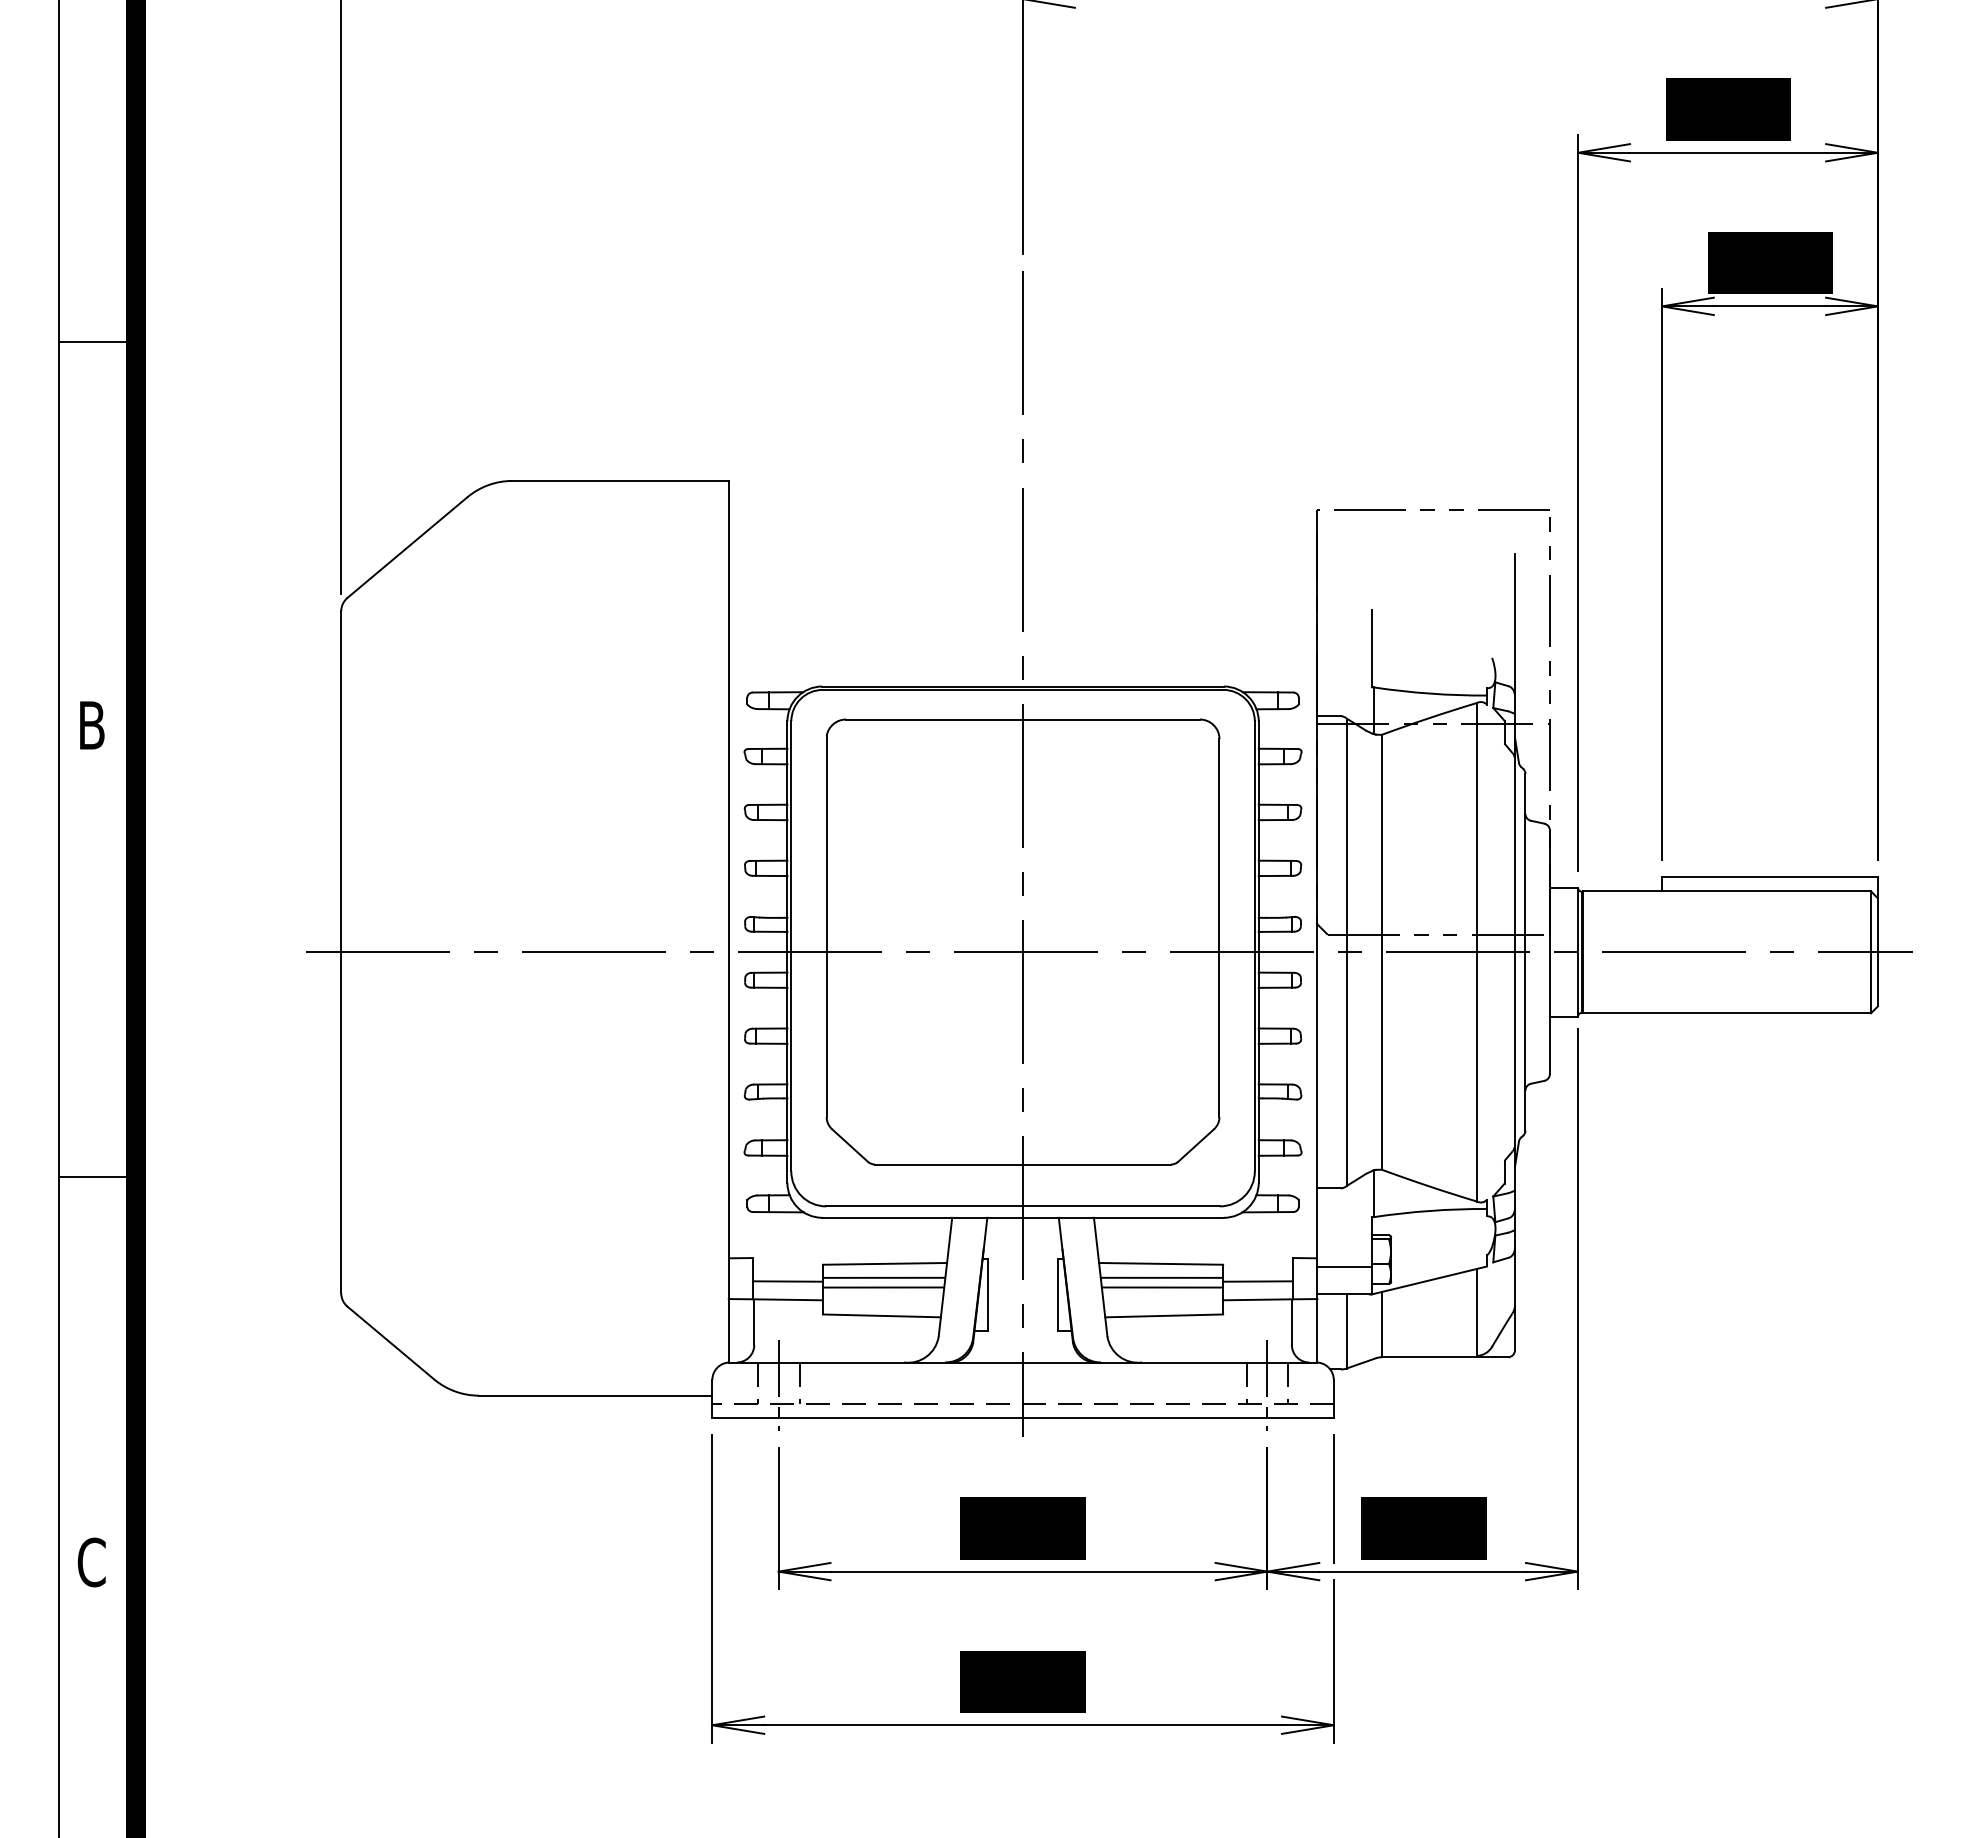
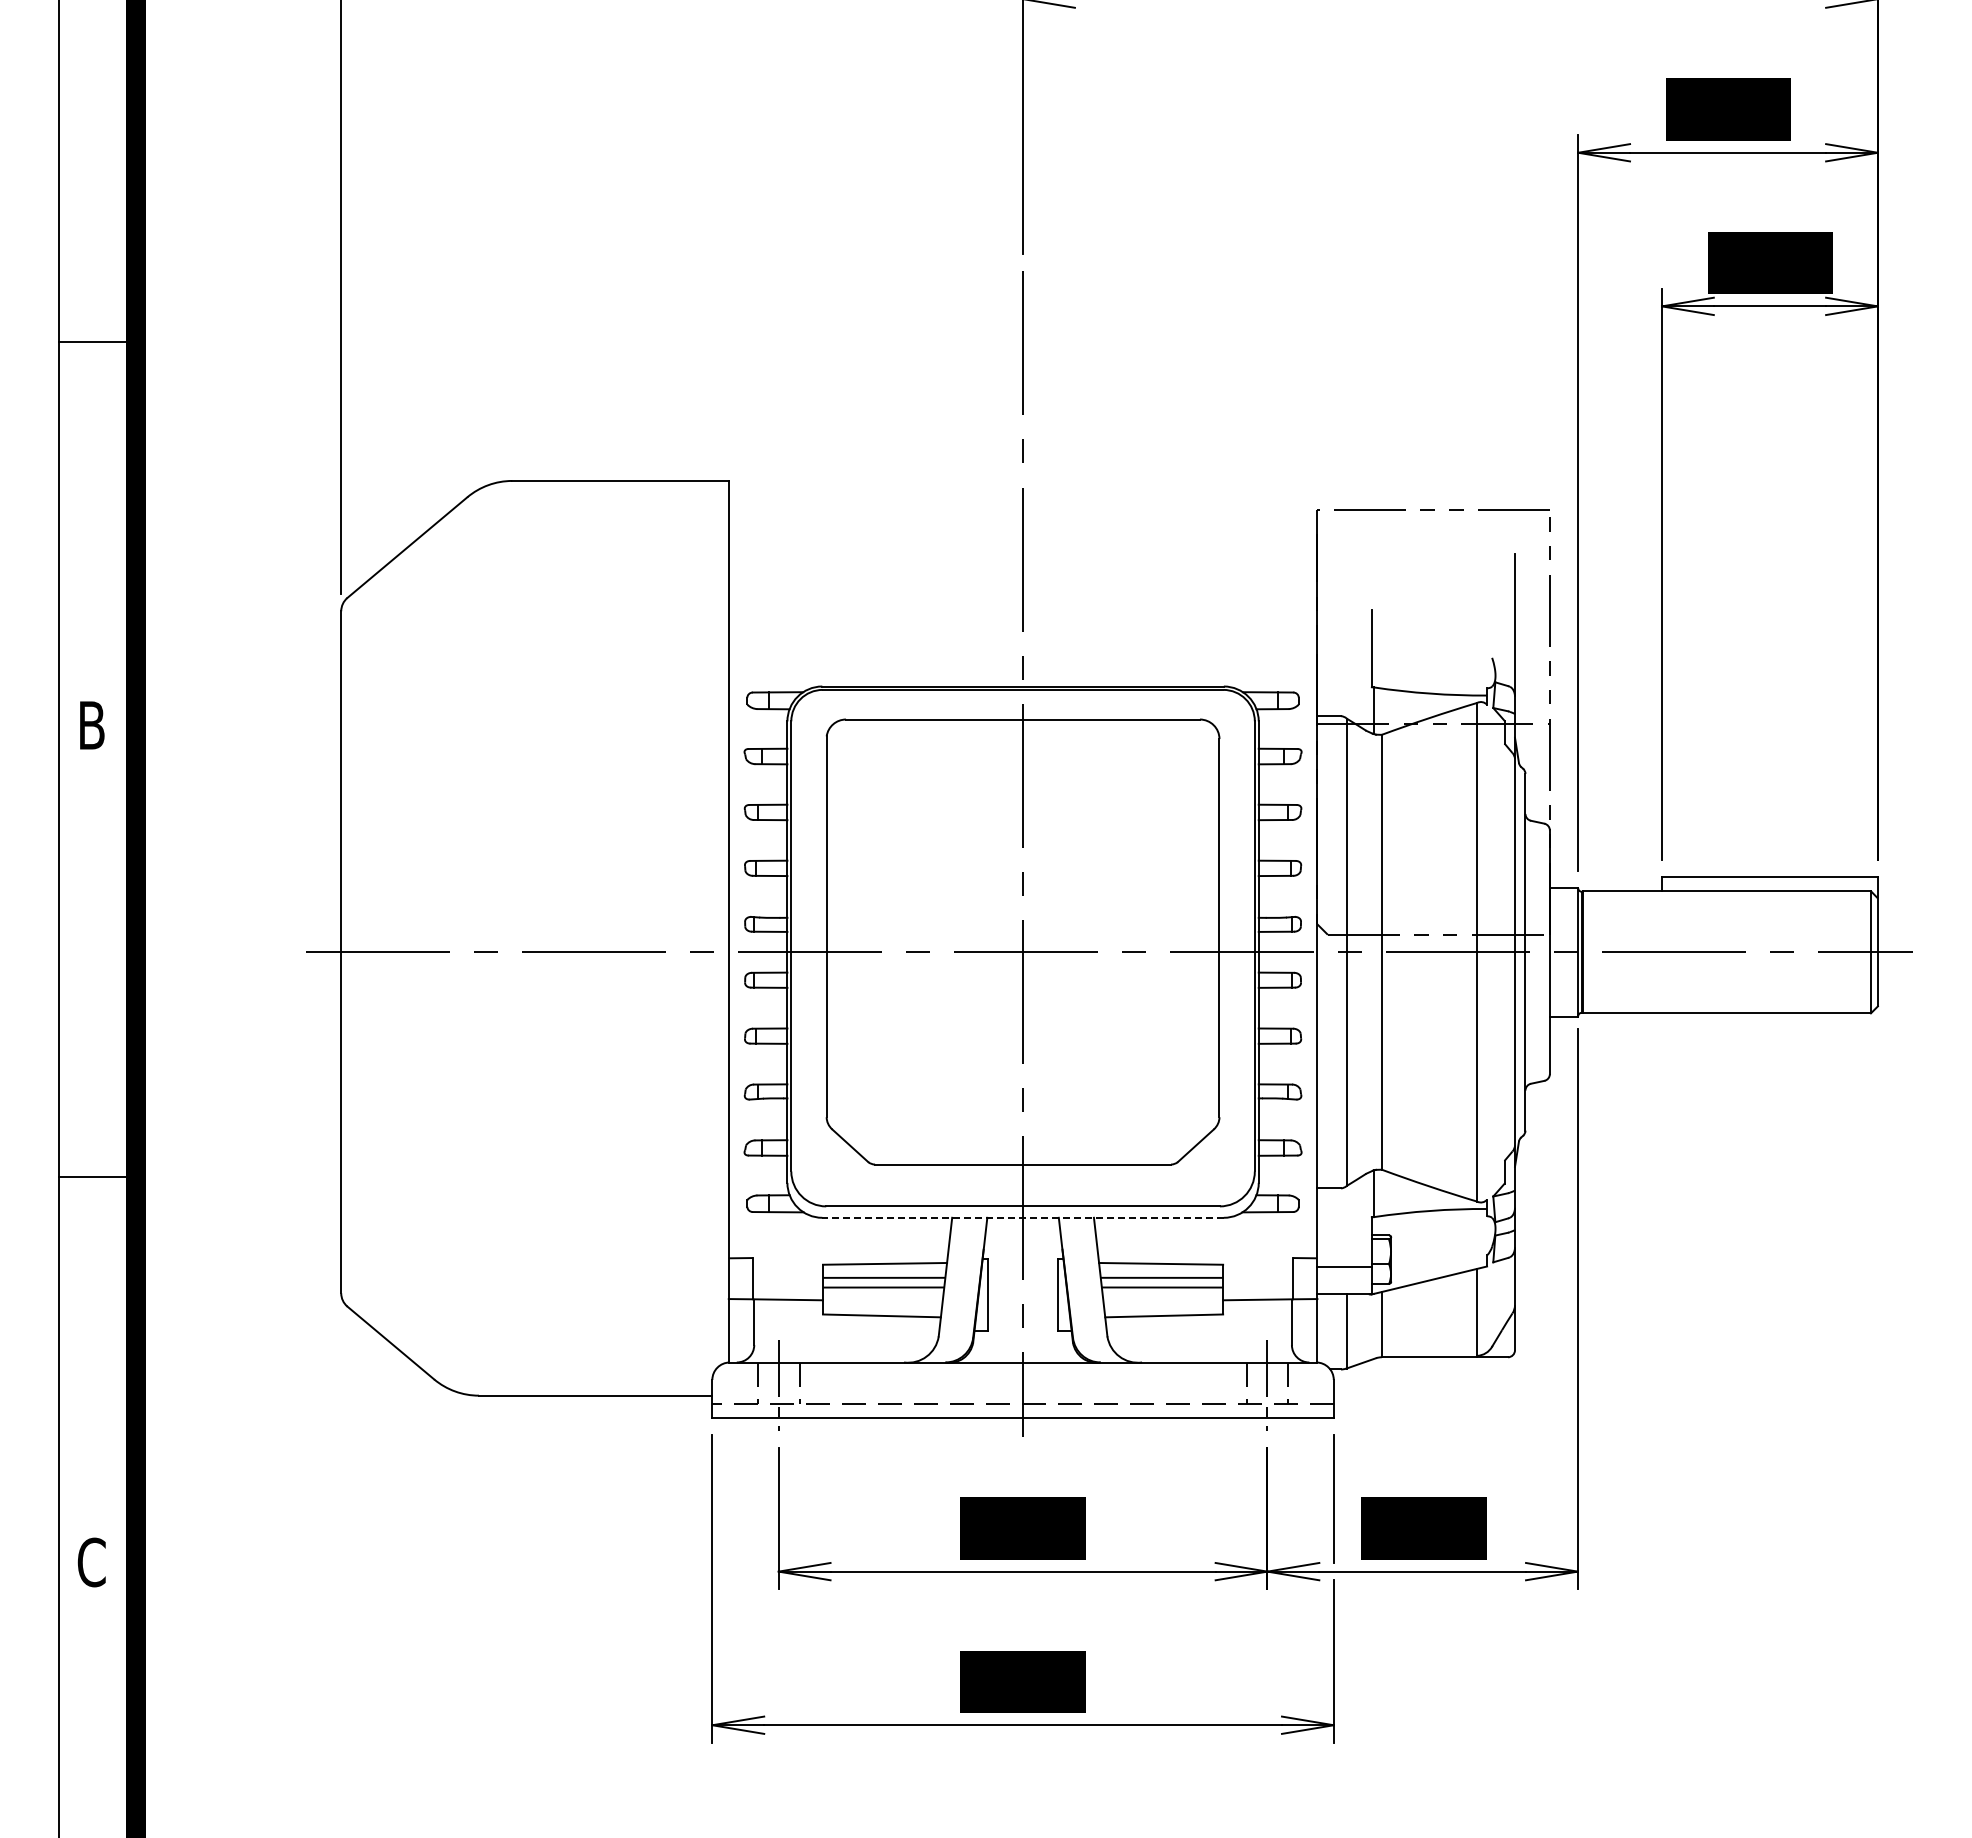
line at (1023, 1217): solid -> dashed
line at (788, 1281): present -> none
line at (1257, 1281): present -> none
